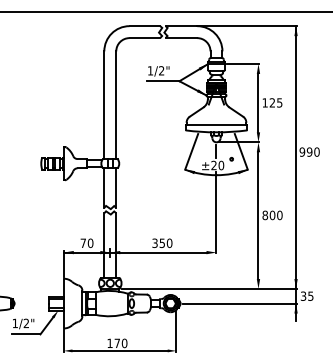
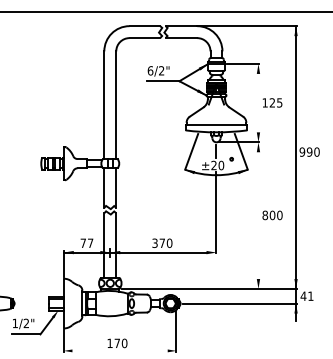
text at (150, 70): 1/2" -> 6/2"
line at (258, 102): present -> none
line at (258, 215): present -> none
text at (90, 242): 70 -> 77
text at (161, 243): 350 -> 370
text at (306, 295): 35 -> 41
line at (119, 350): present -> none
